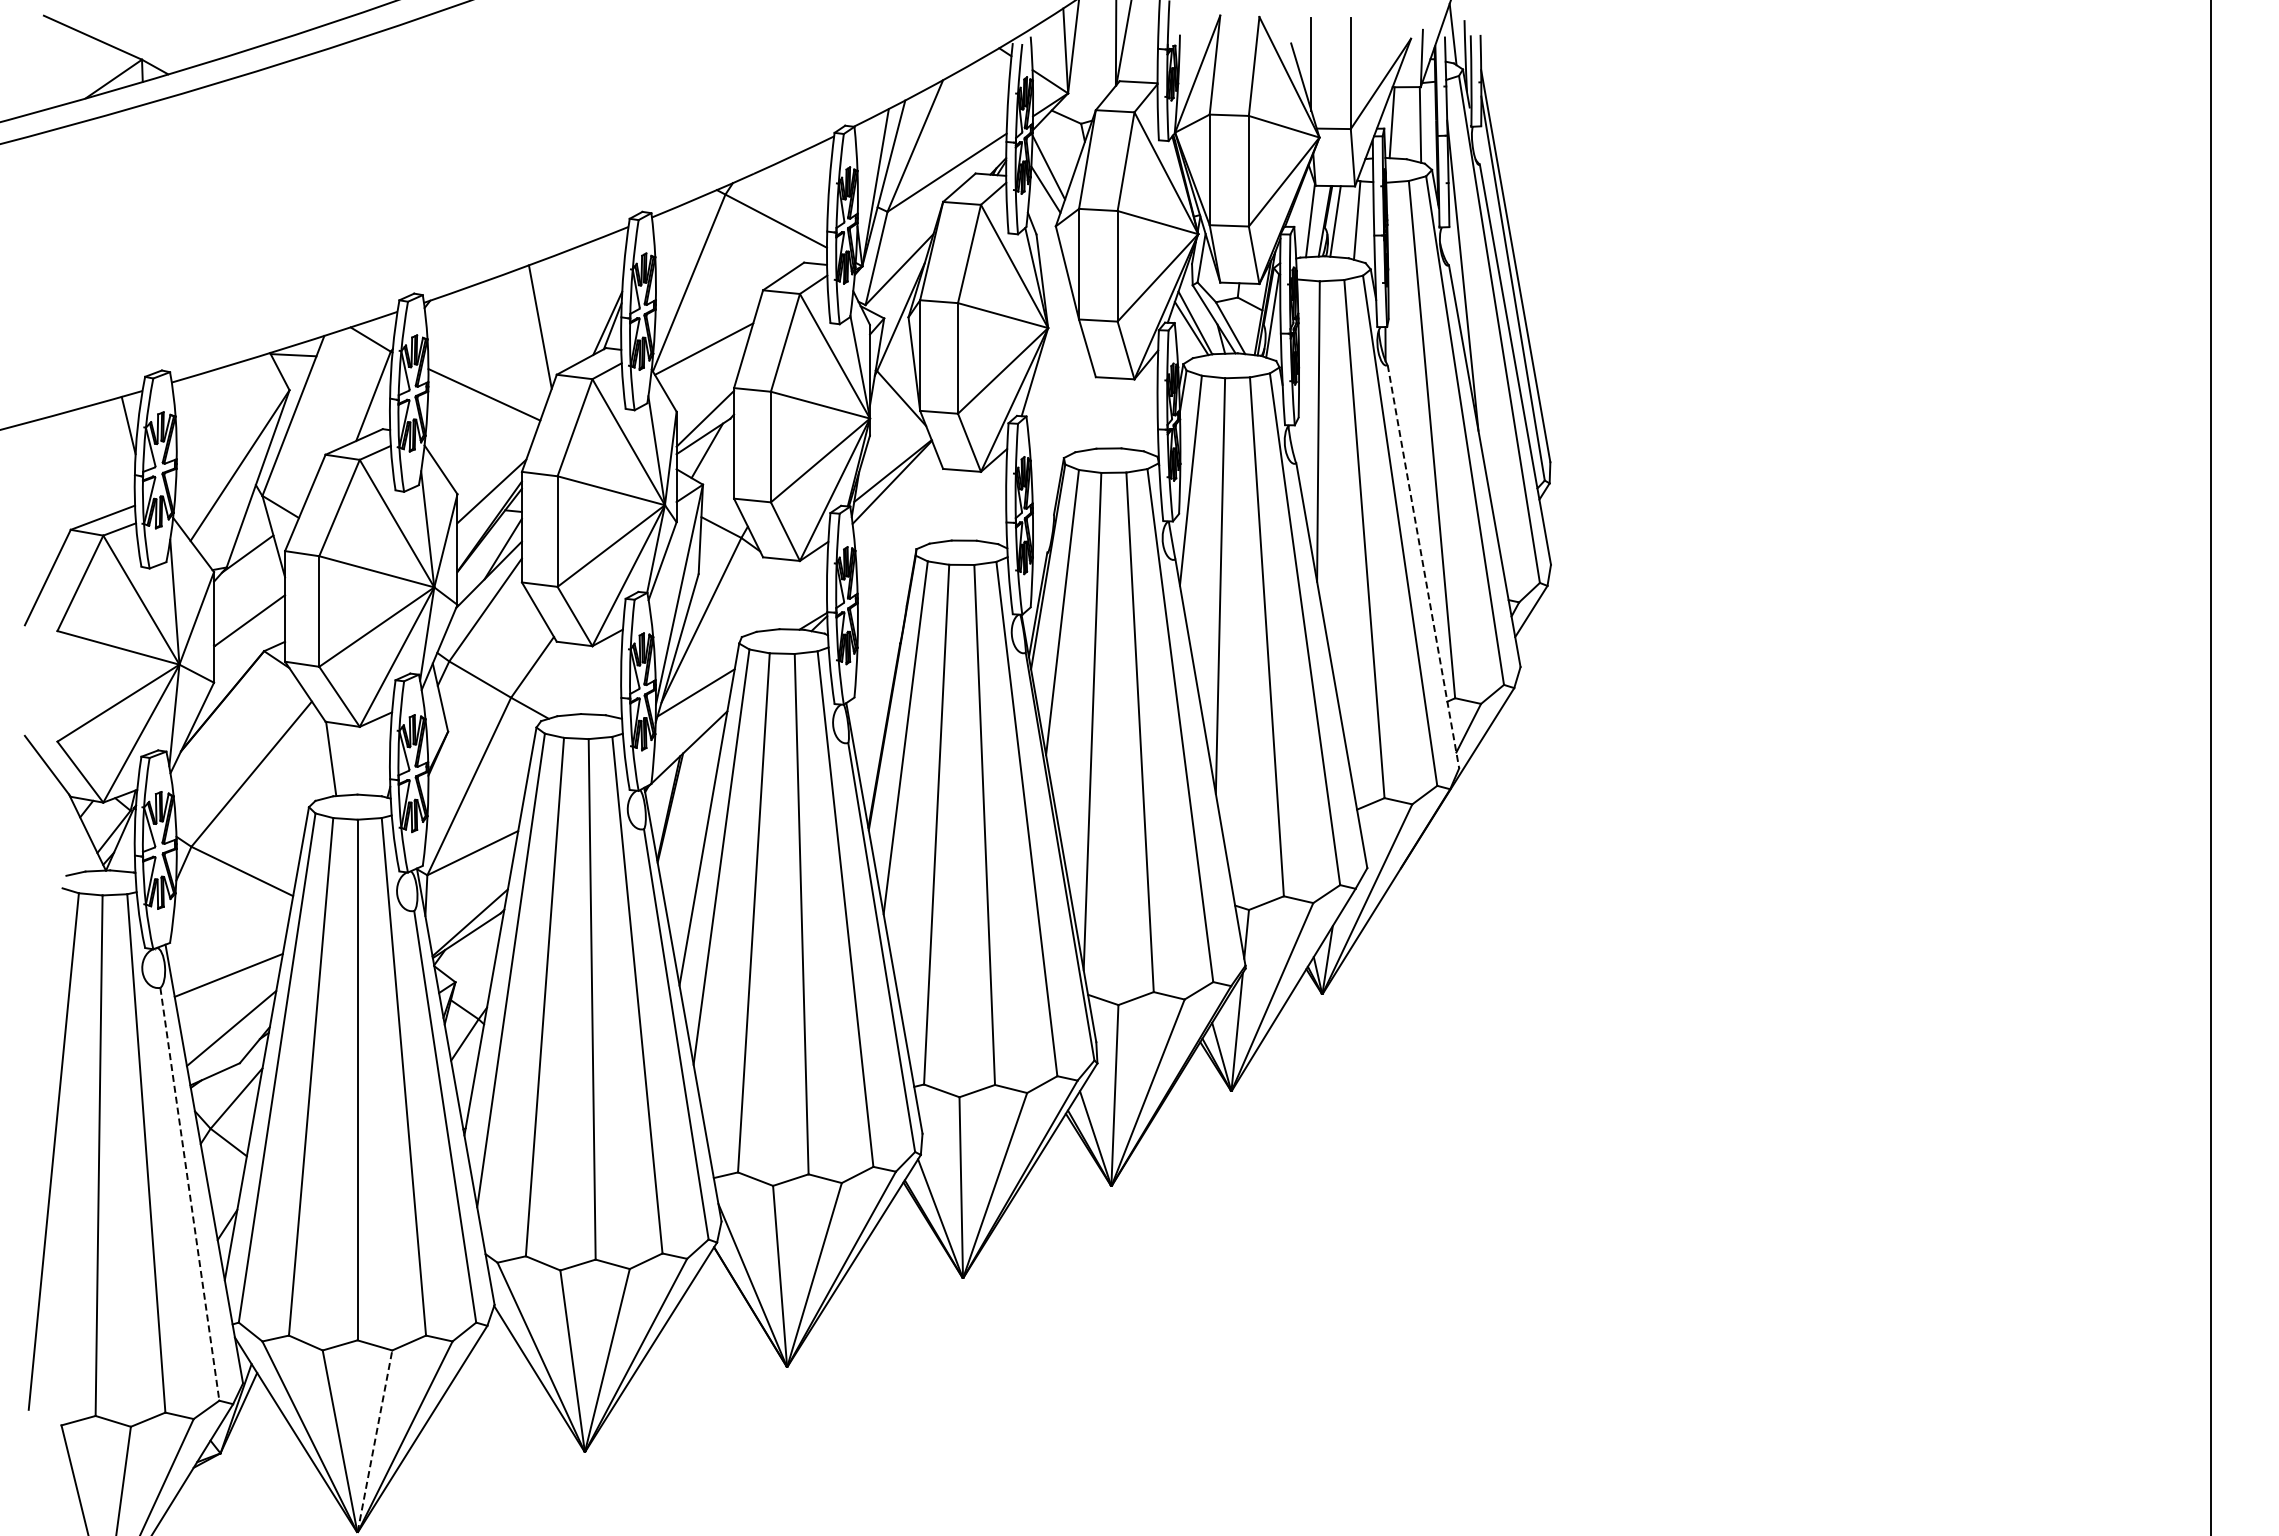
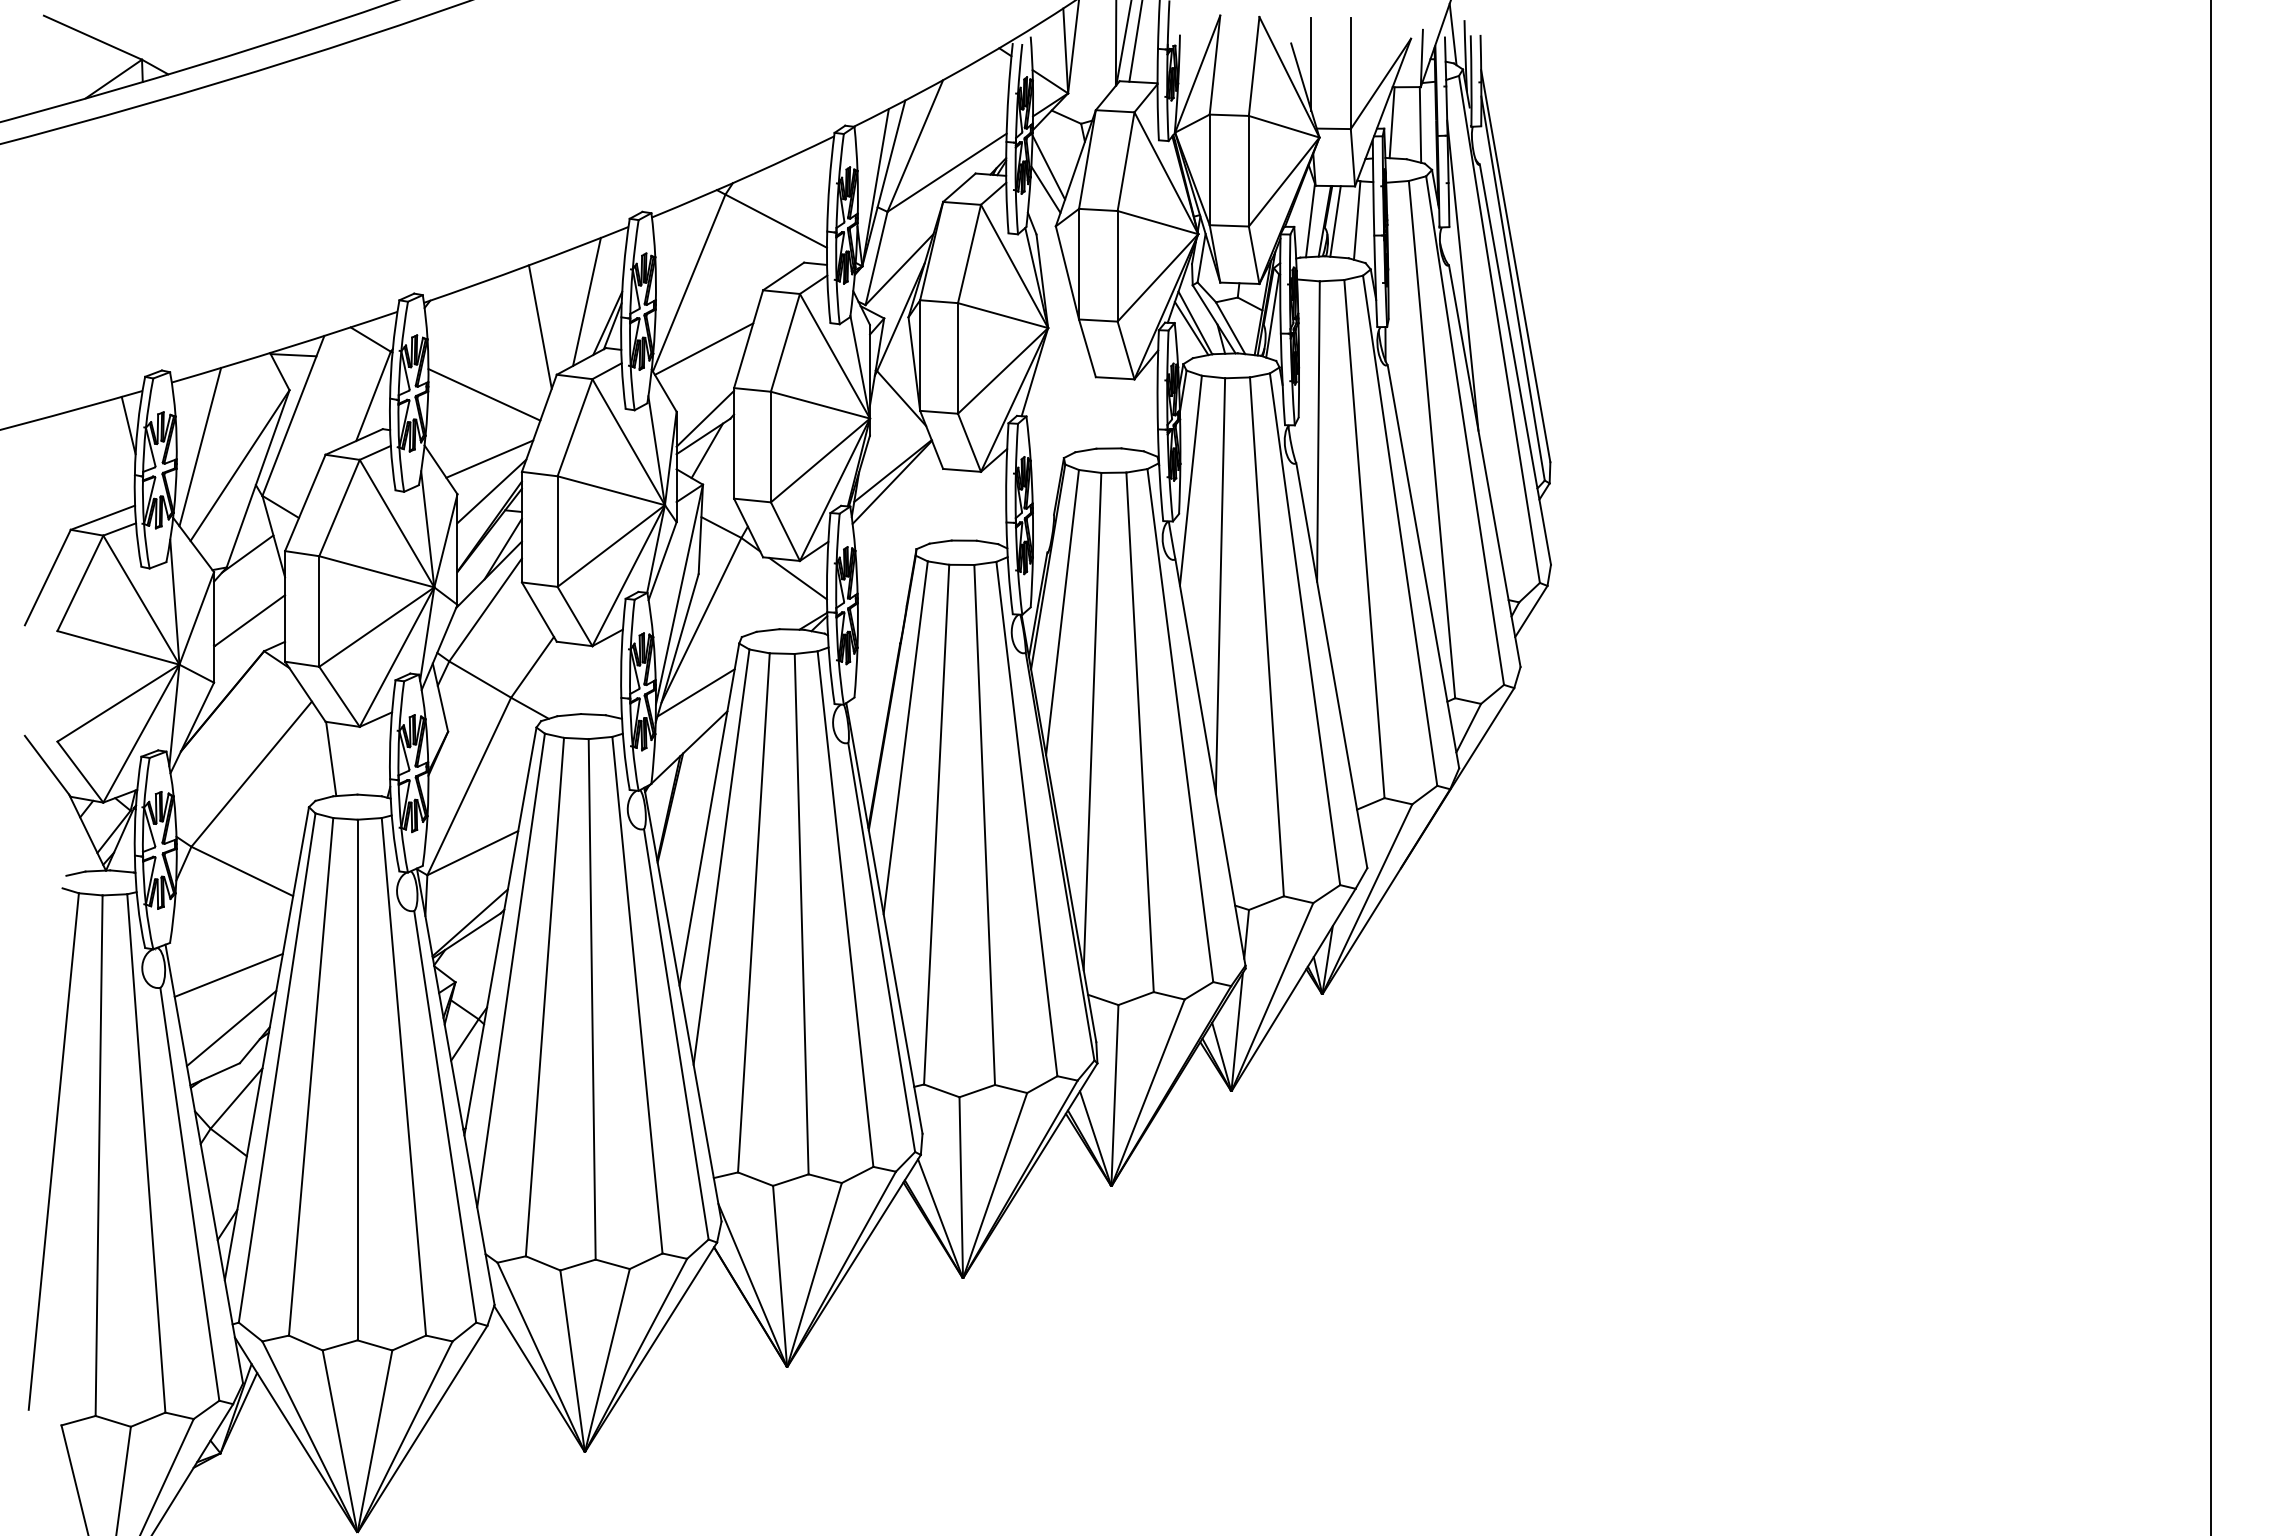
line at (1135, 41): none -> present
line at (586, 301): none -> present
line at (200, 446): none -> present
line at (489, 458): none -> present
line at (1423, 566): dashed -> solid
line at (797, 578): none -> present
line at (189, 1194): dashed -> solid
line at (375, 1440): dashed -> solid
